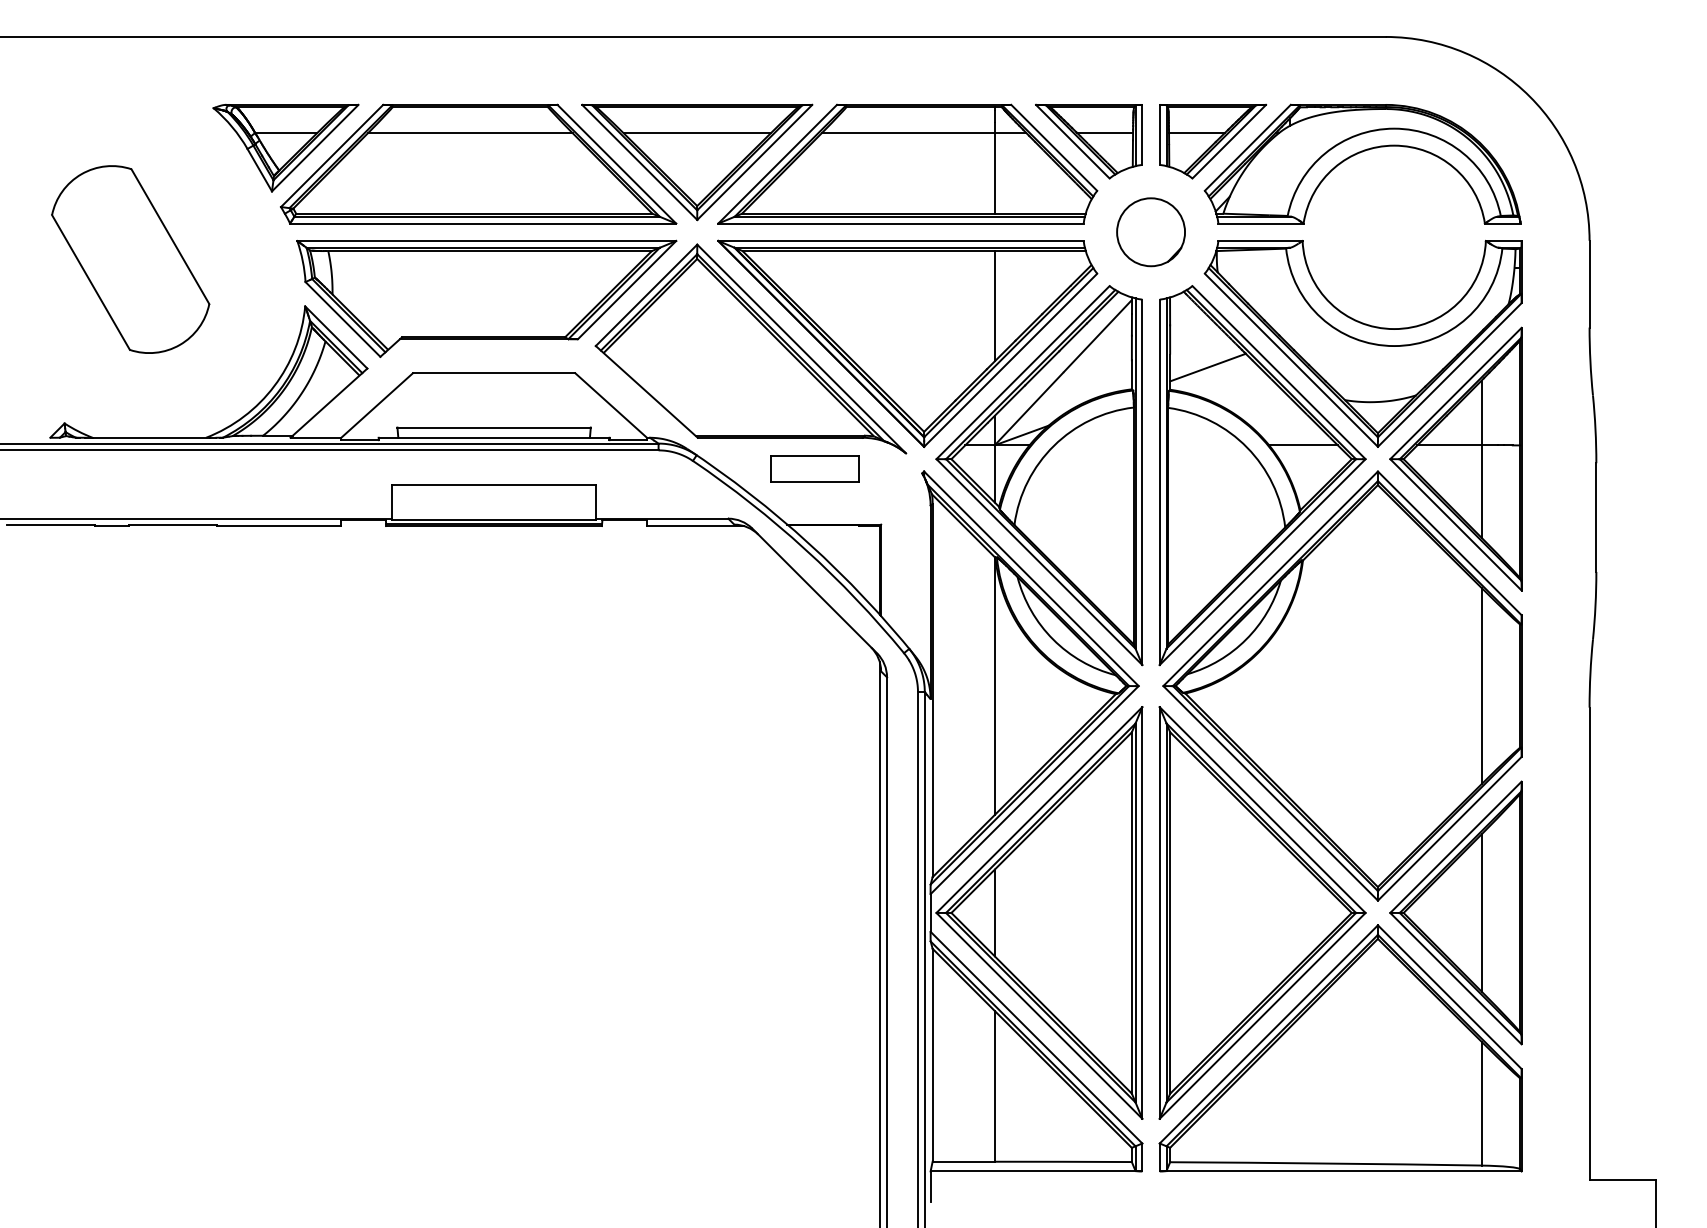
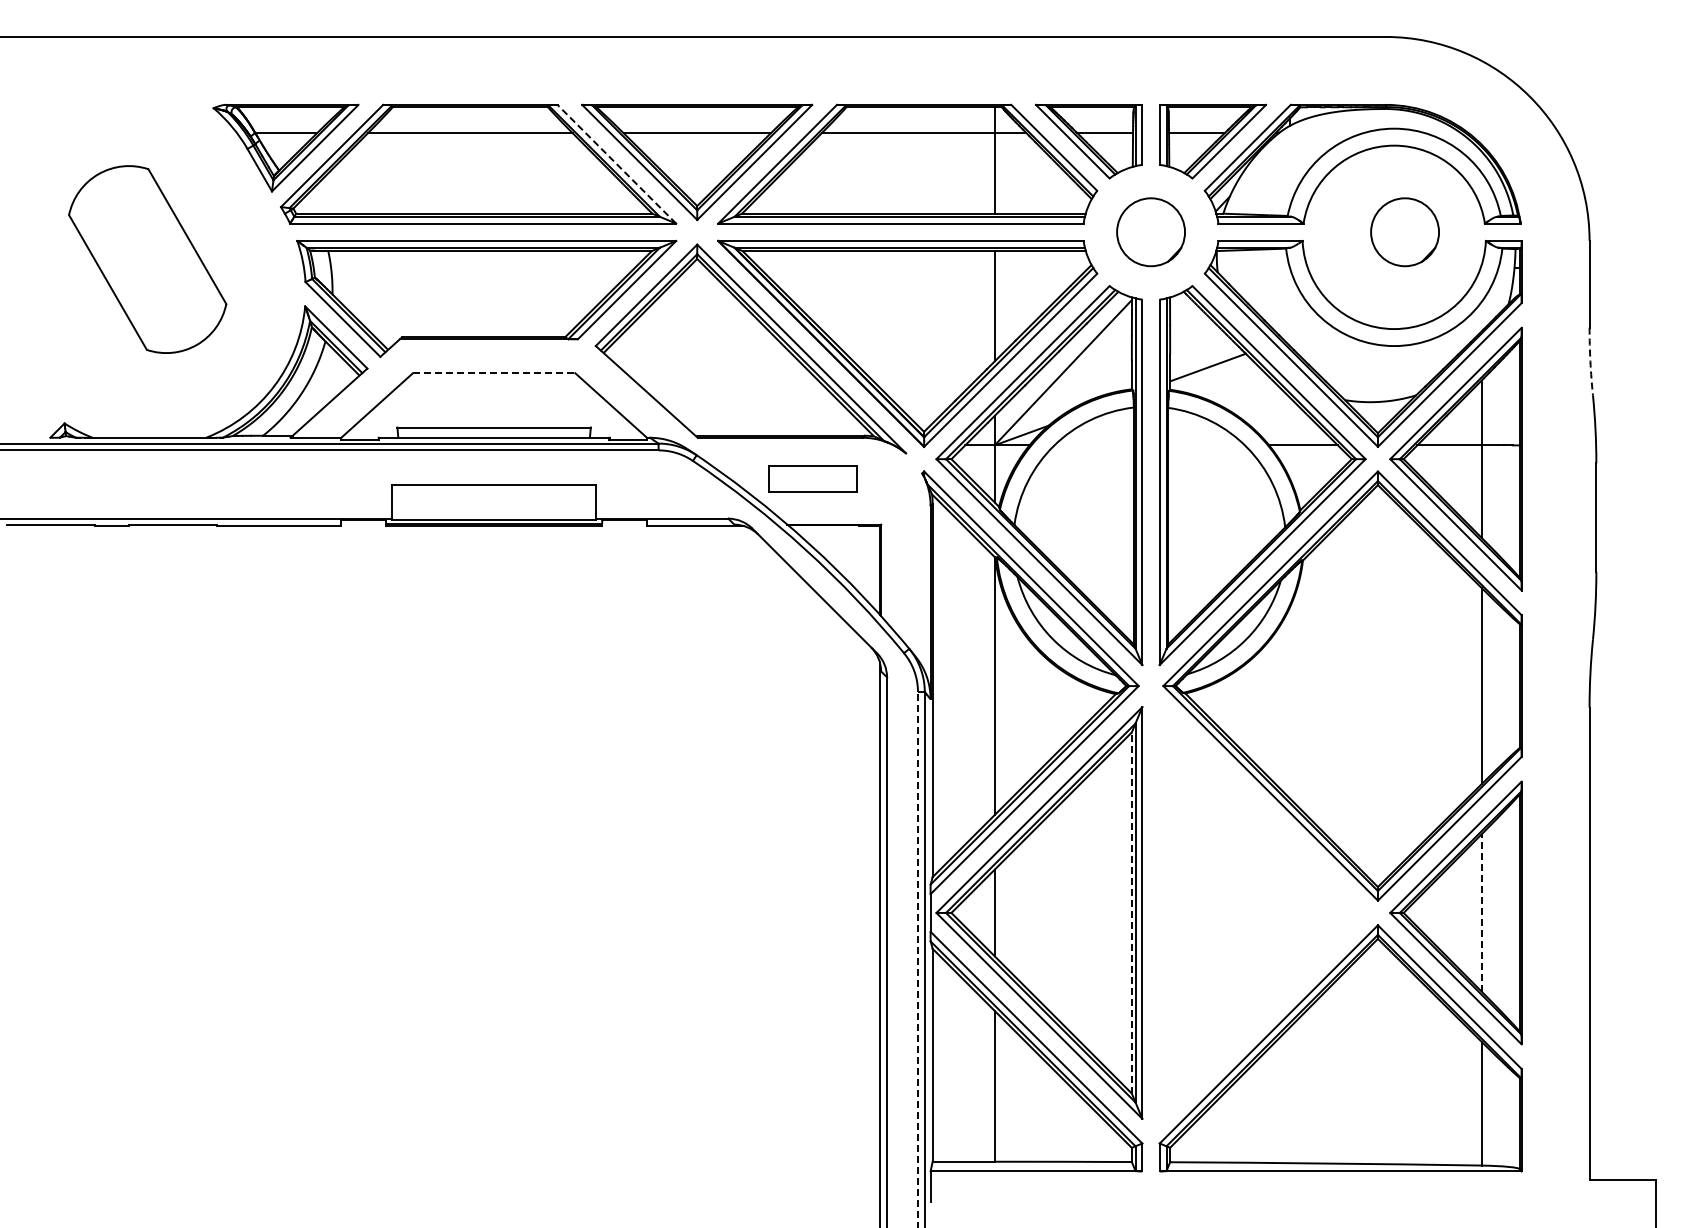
line at (616, 164): solid -> dashed
part at (1404, 232): none -> present
part at (130, 259) position: (130, 259) -> (147, 259)
arc at (1590, 361): solid -> dashed
line at (494, 373): solid -> dashed
part at (814, 468) position: (814, 468) -> (812, 478)
line at (1131, 912): solid -> dashed
part at (1262, 912): present -> none
line at (1481, 912): solid -> dashed
line at (917, 959): solid -> dashed
